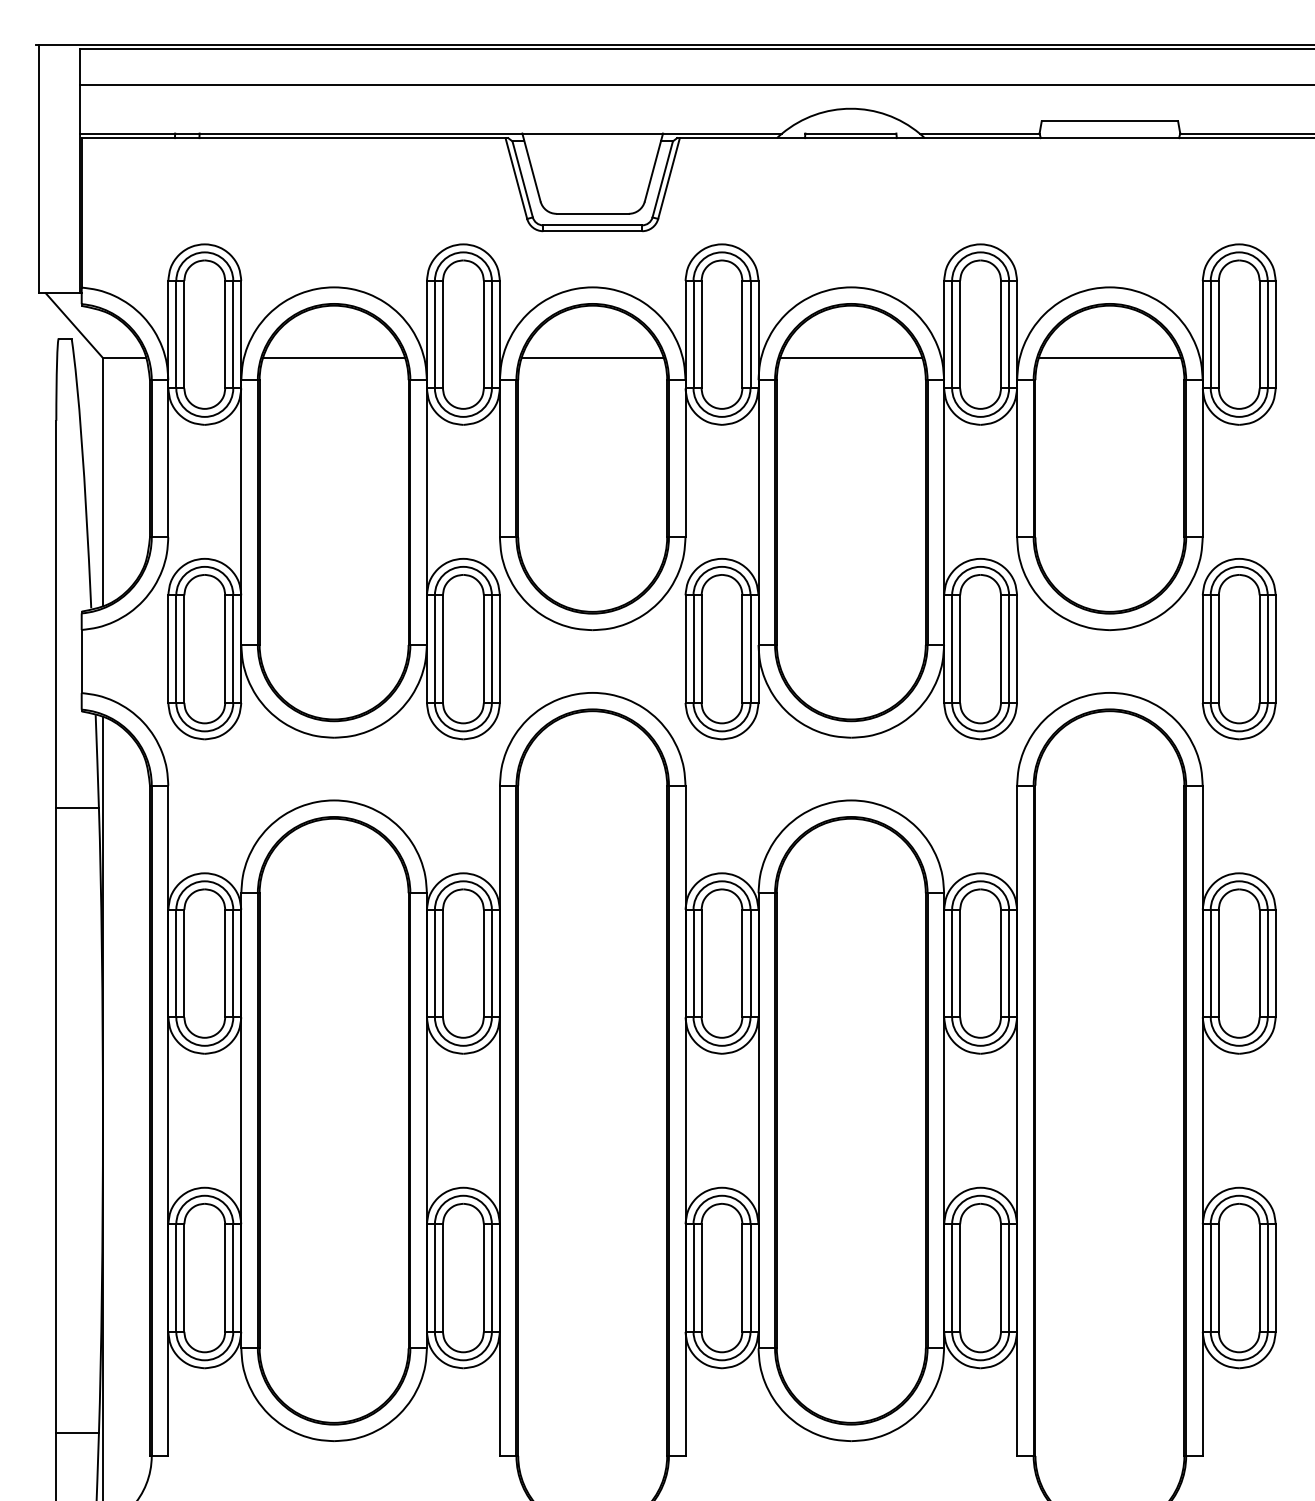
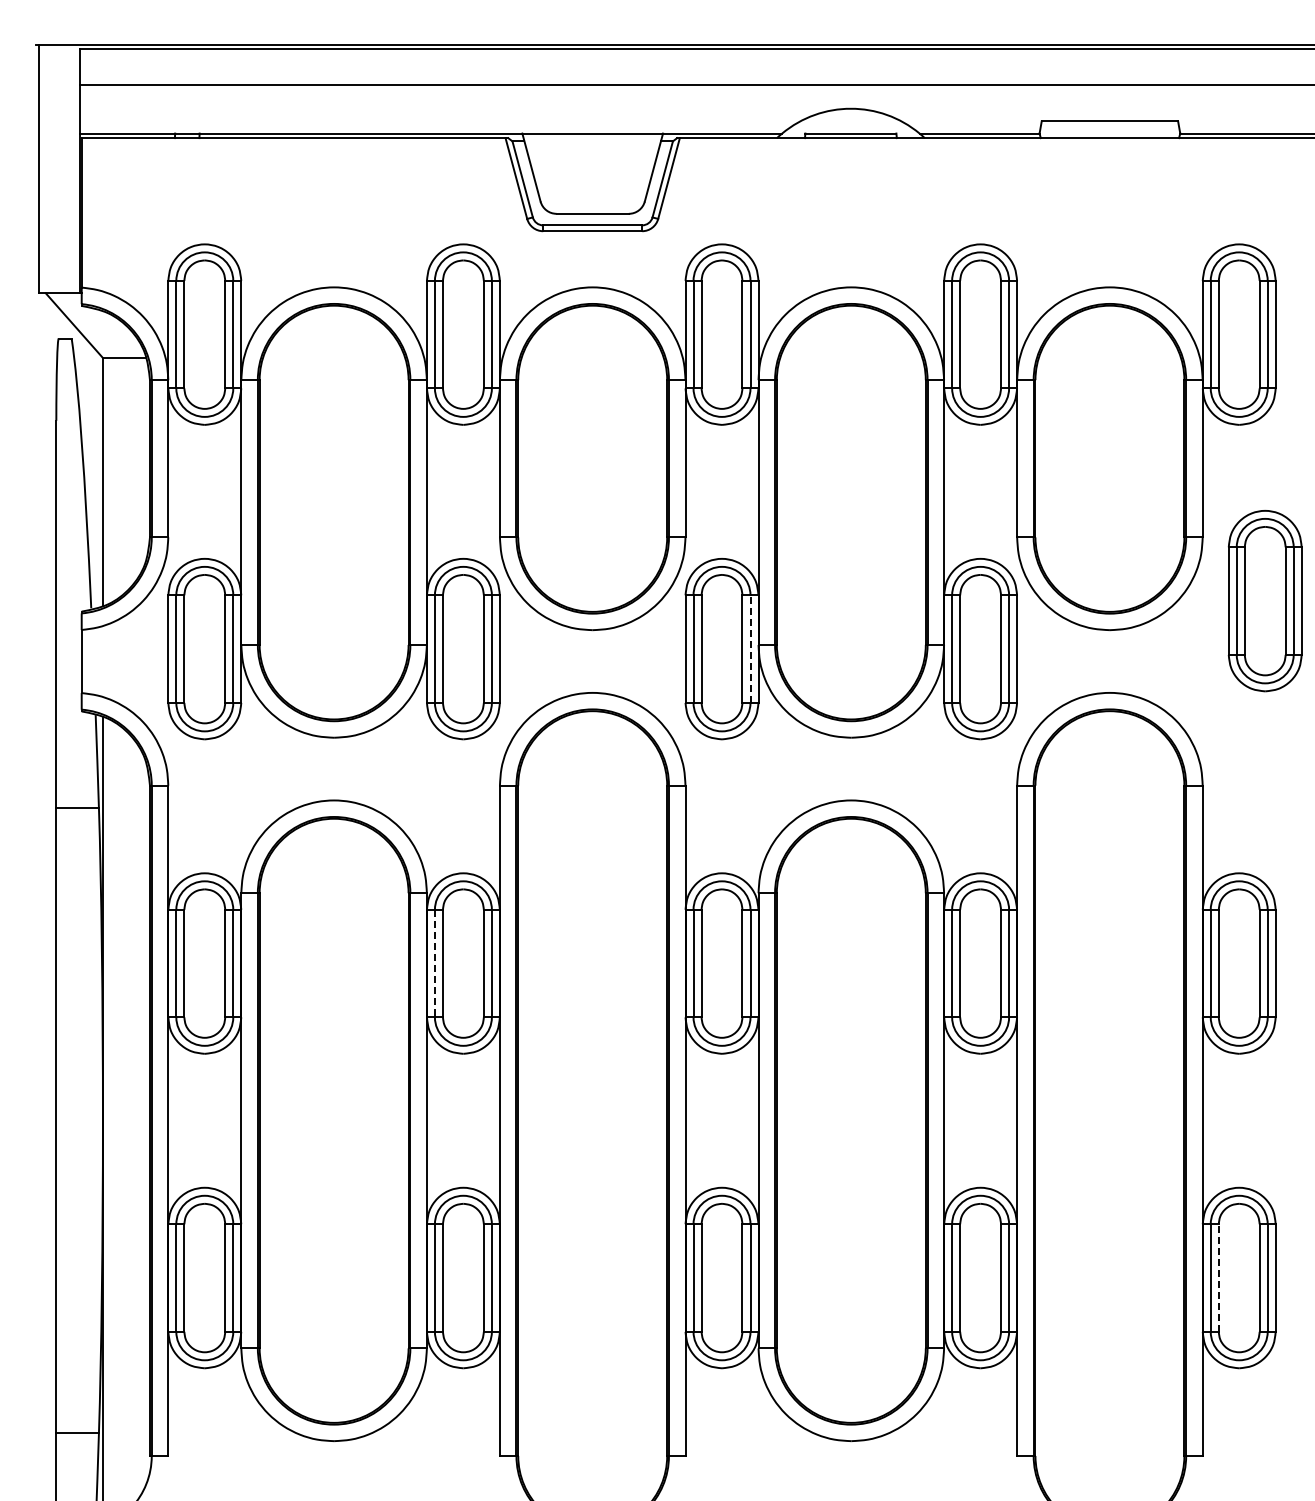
line at (334, 358): present -> none
line at (592, 358): present -> none
line at (851, 358): present -> none
line at (1109, 358): present -> none
line at (750, 649): solid -> dashed
part at (1238, 649) position: (1238, 649) -> (1264, 601)
line at (434, 963): solid -> dashed
line at (1218, 1278): solid -> dashed
